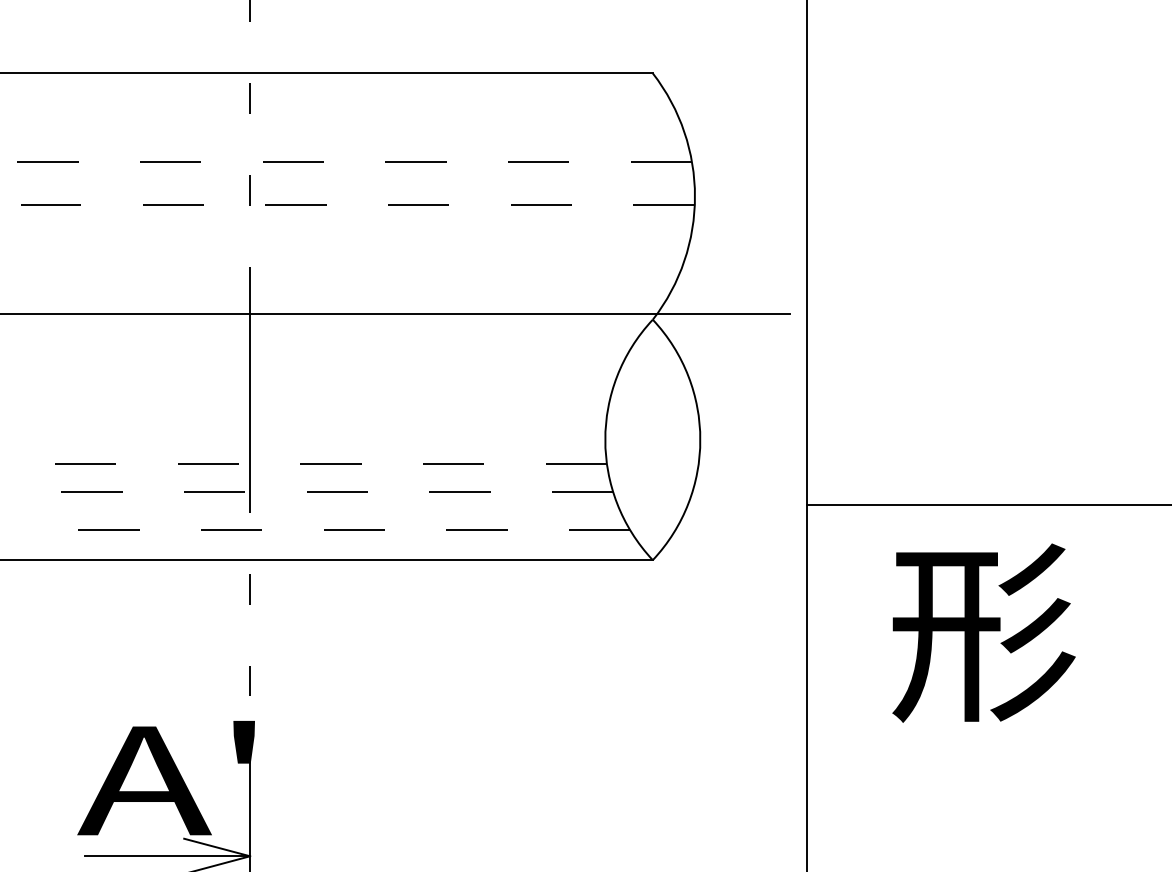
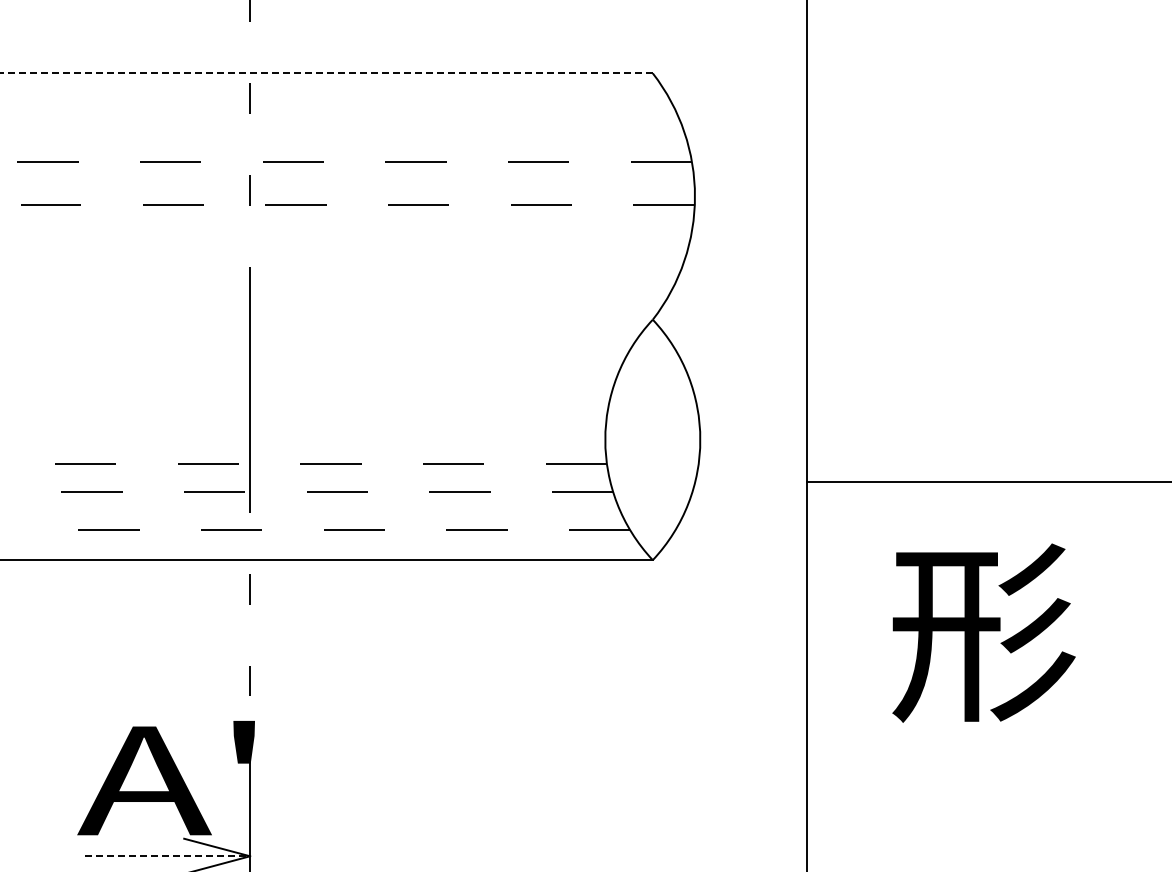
line at (326, 73): solid -> dashed
line at (396, 313): present -> none
line at (987, 504) position: (987, 504) -> (987, 481)
line at (168, 856): solid -> dashed
